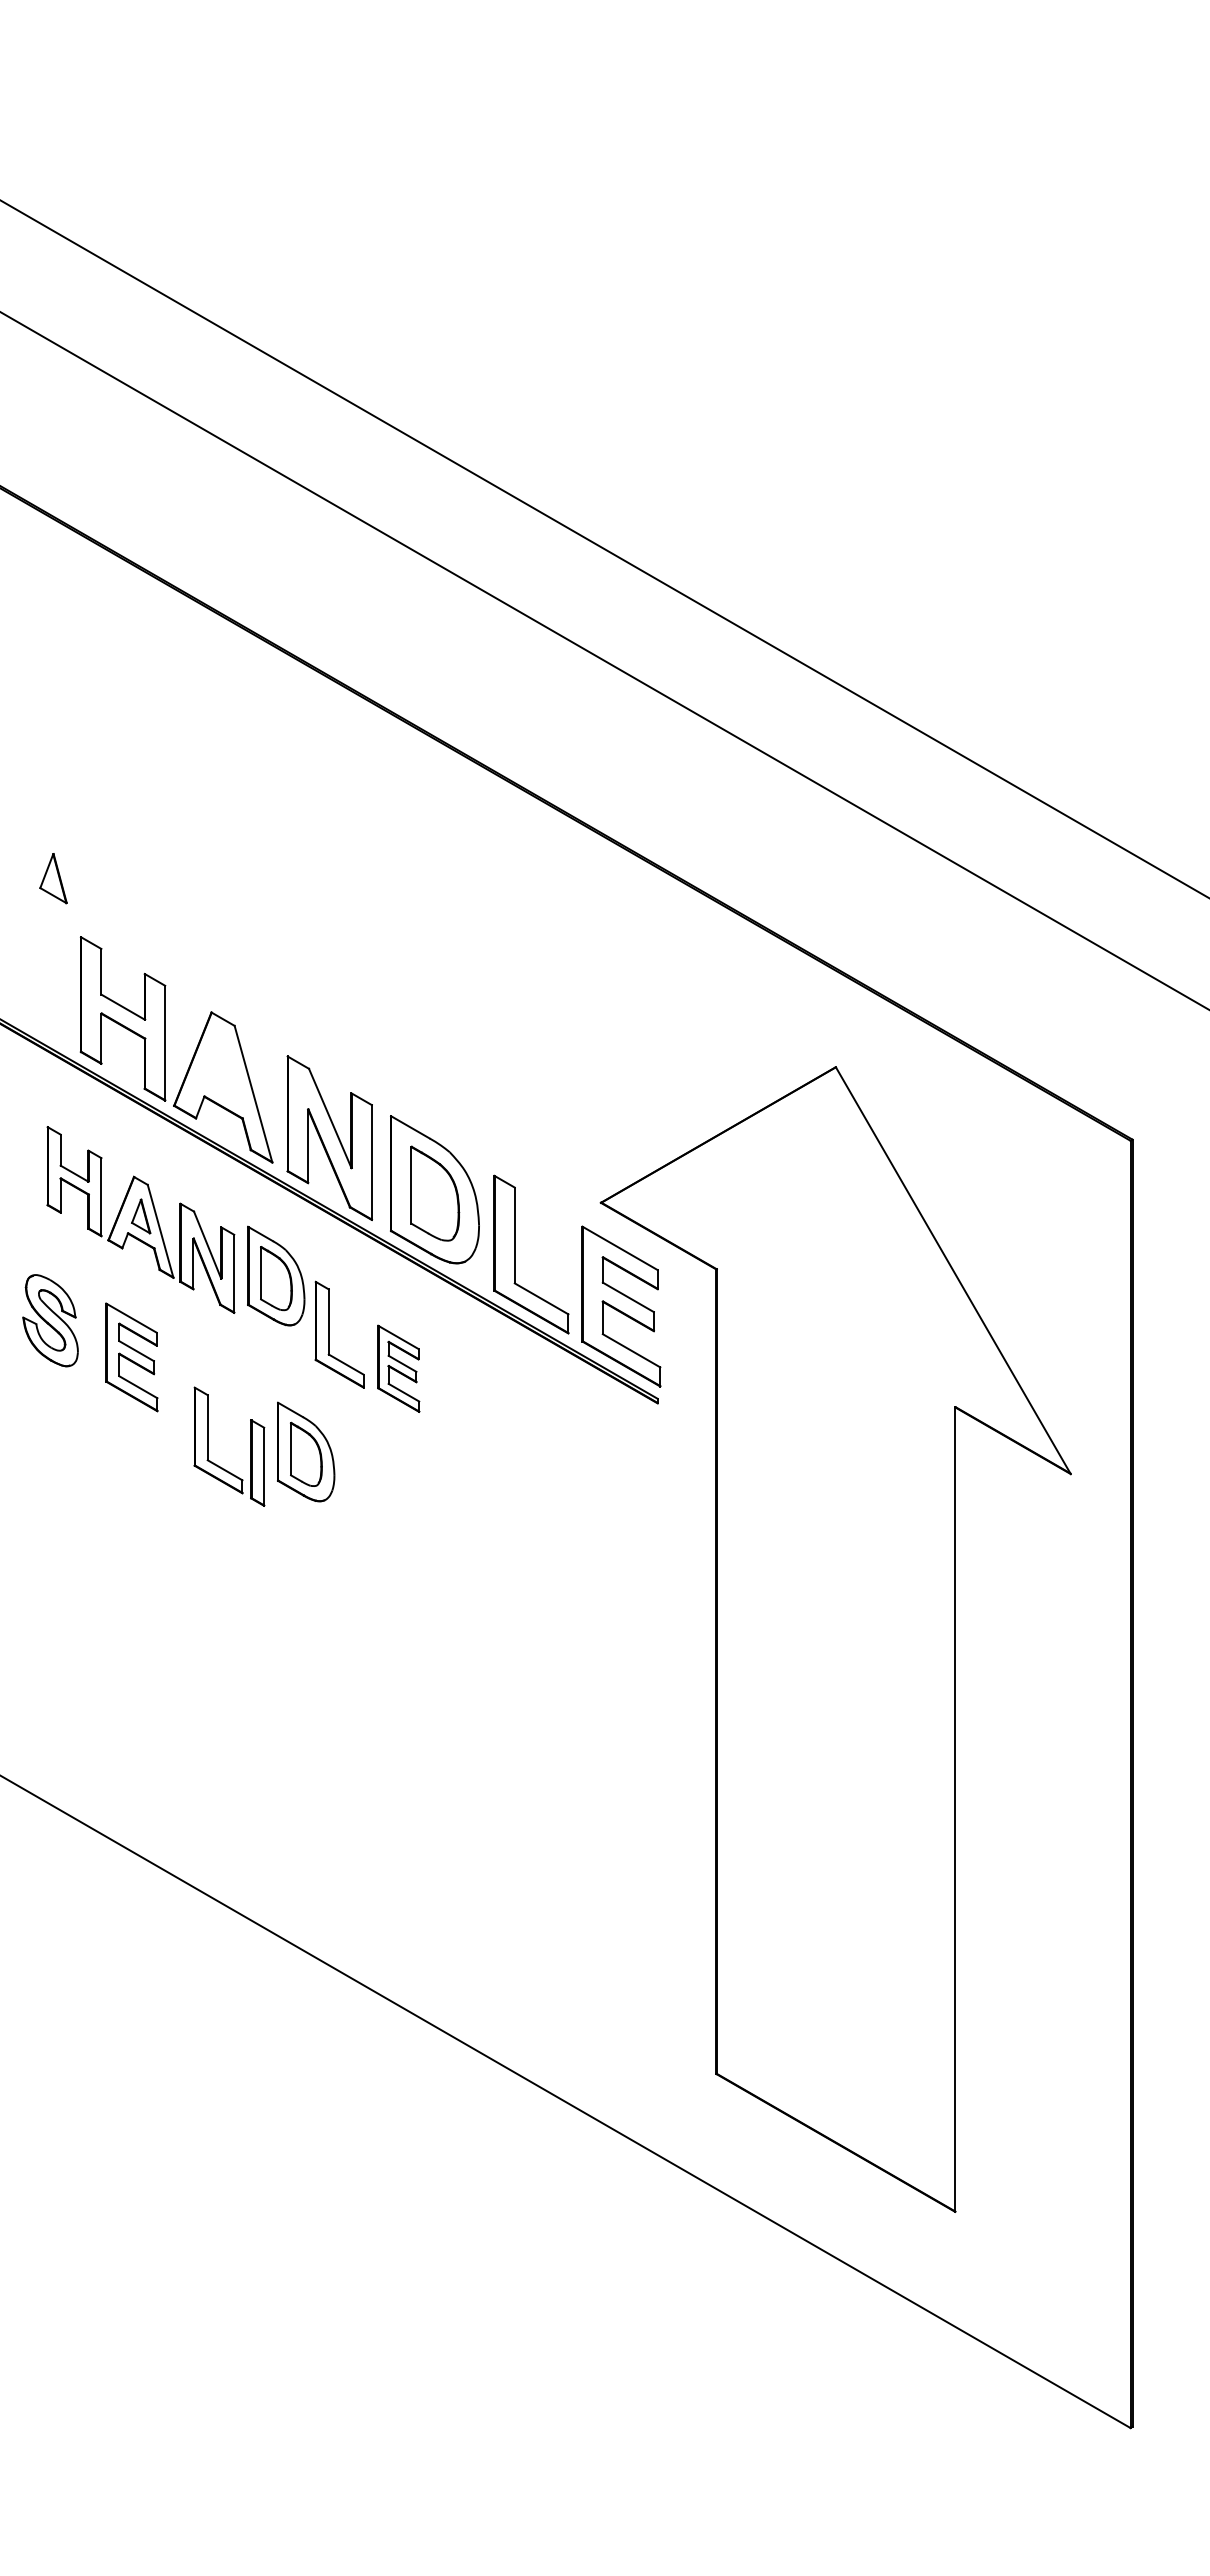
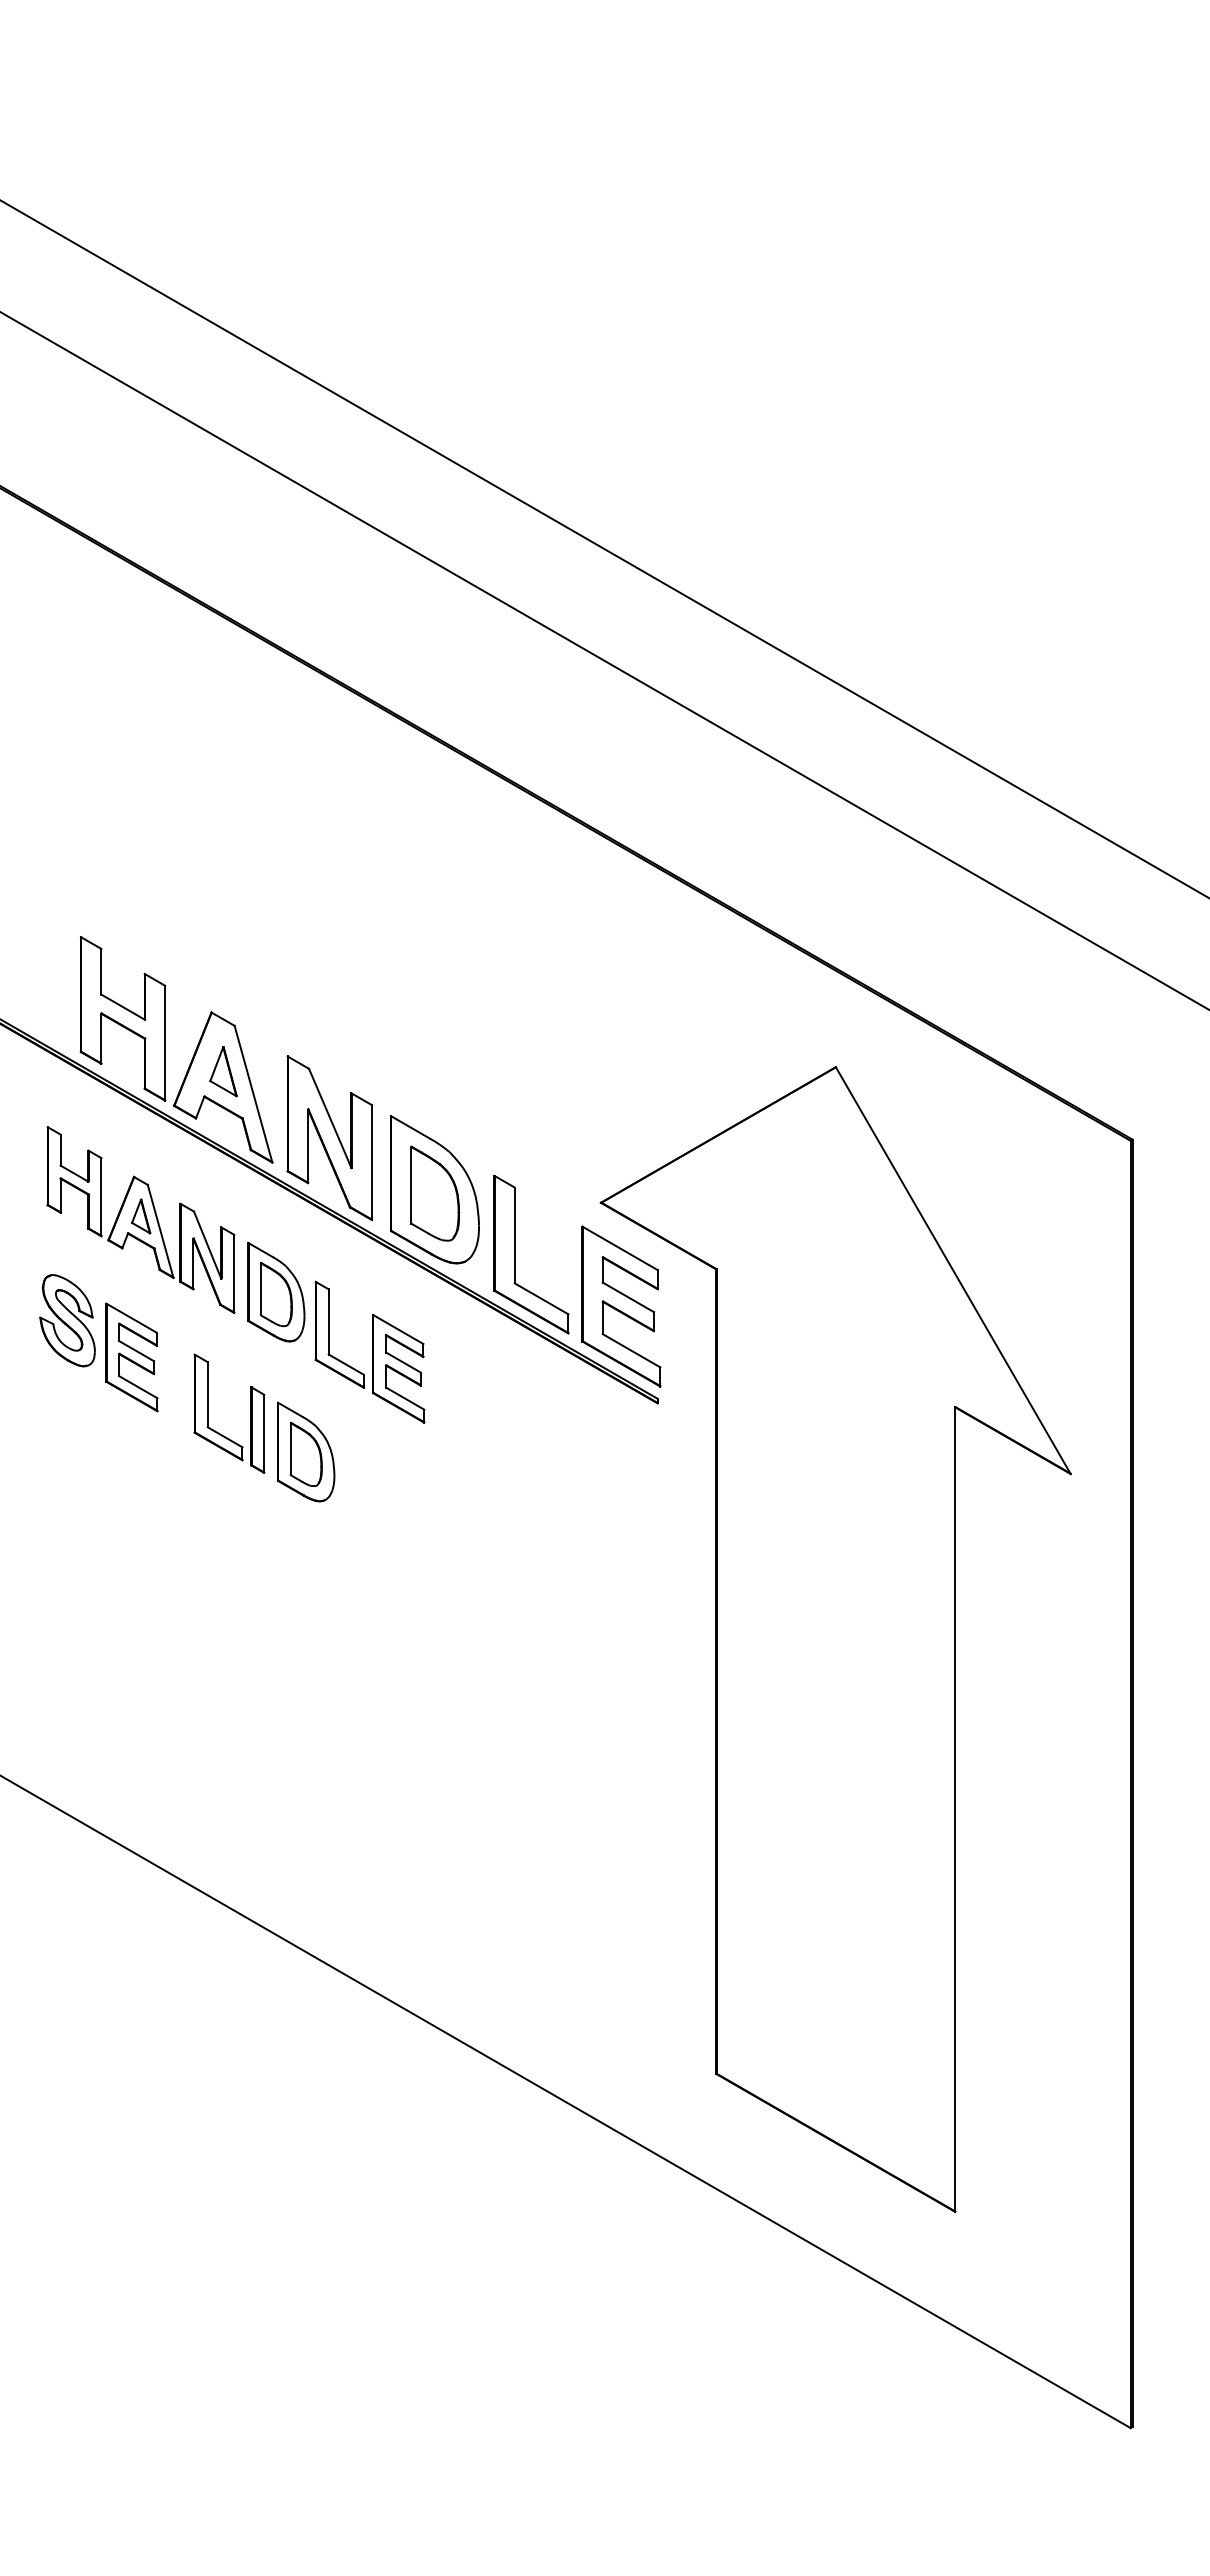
part at (53, 878) position: (53, 878) -> (223, 1071)
part at (276, 1275) position: (276, 1275) -> (276, 1291)
part at (50, 1320) position: (50, 1320) -> (67, 1320)
part at (398, 1368) size: 44x89 px -> 54x110 px
part at (208, 1446) position: (208, 1446) -> (208, 1413)
